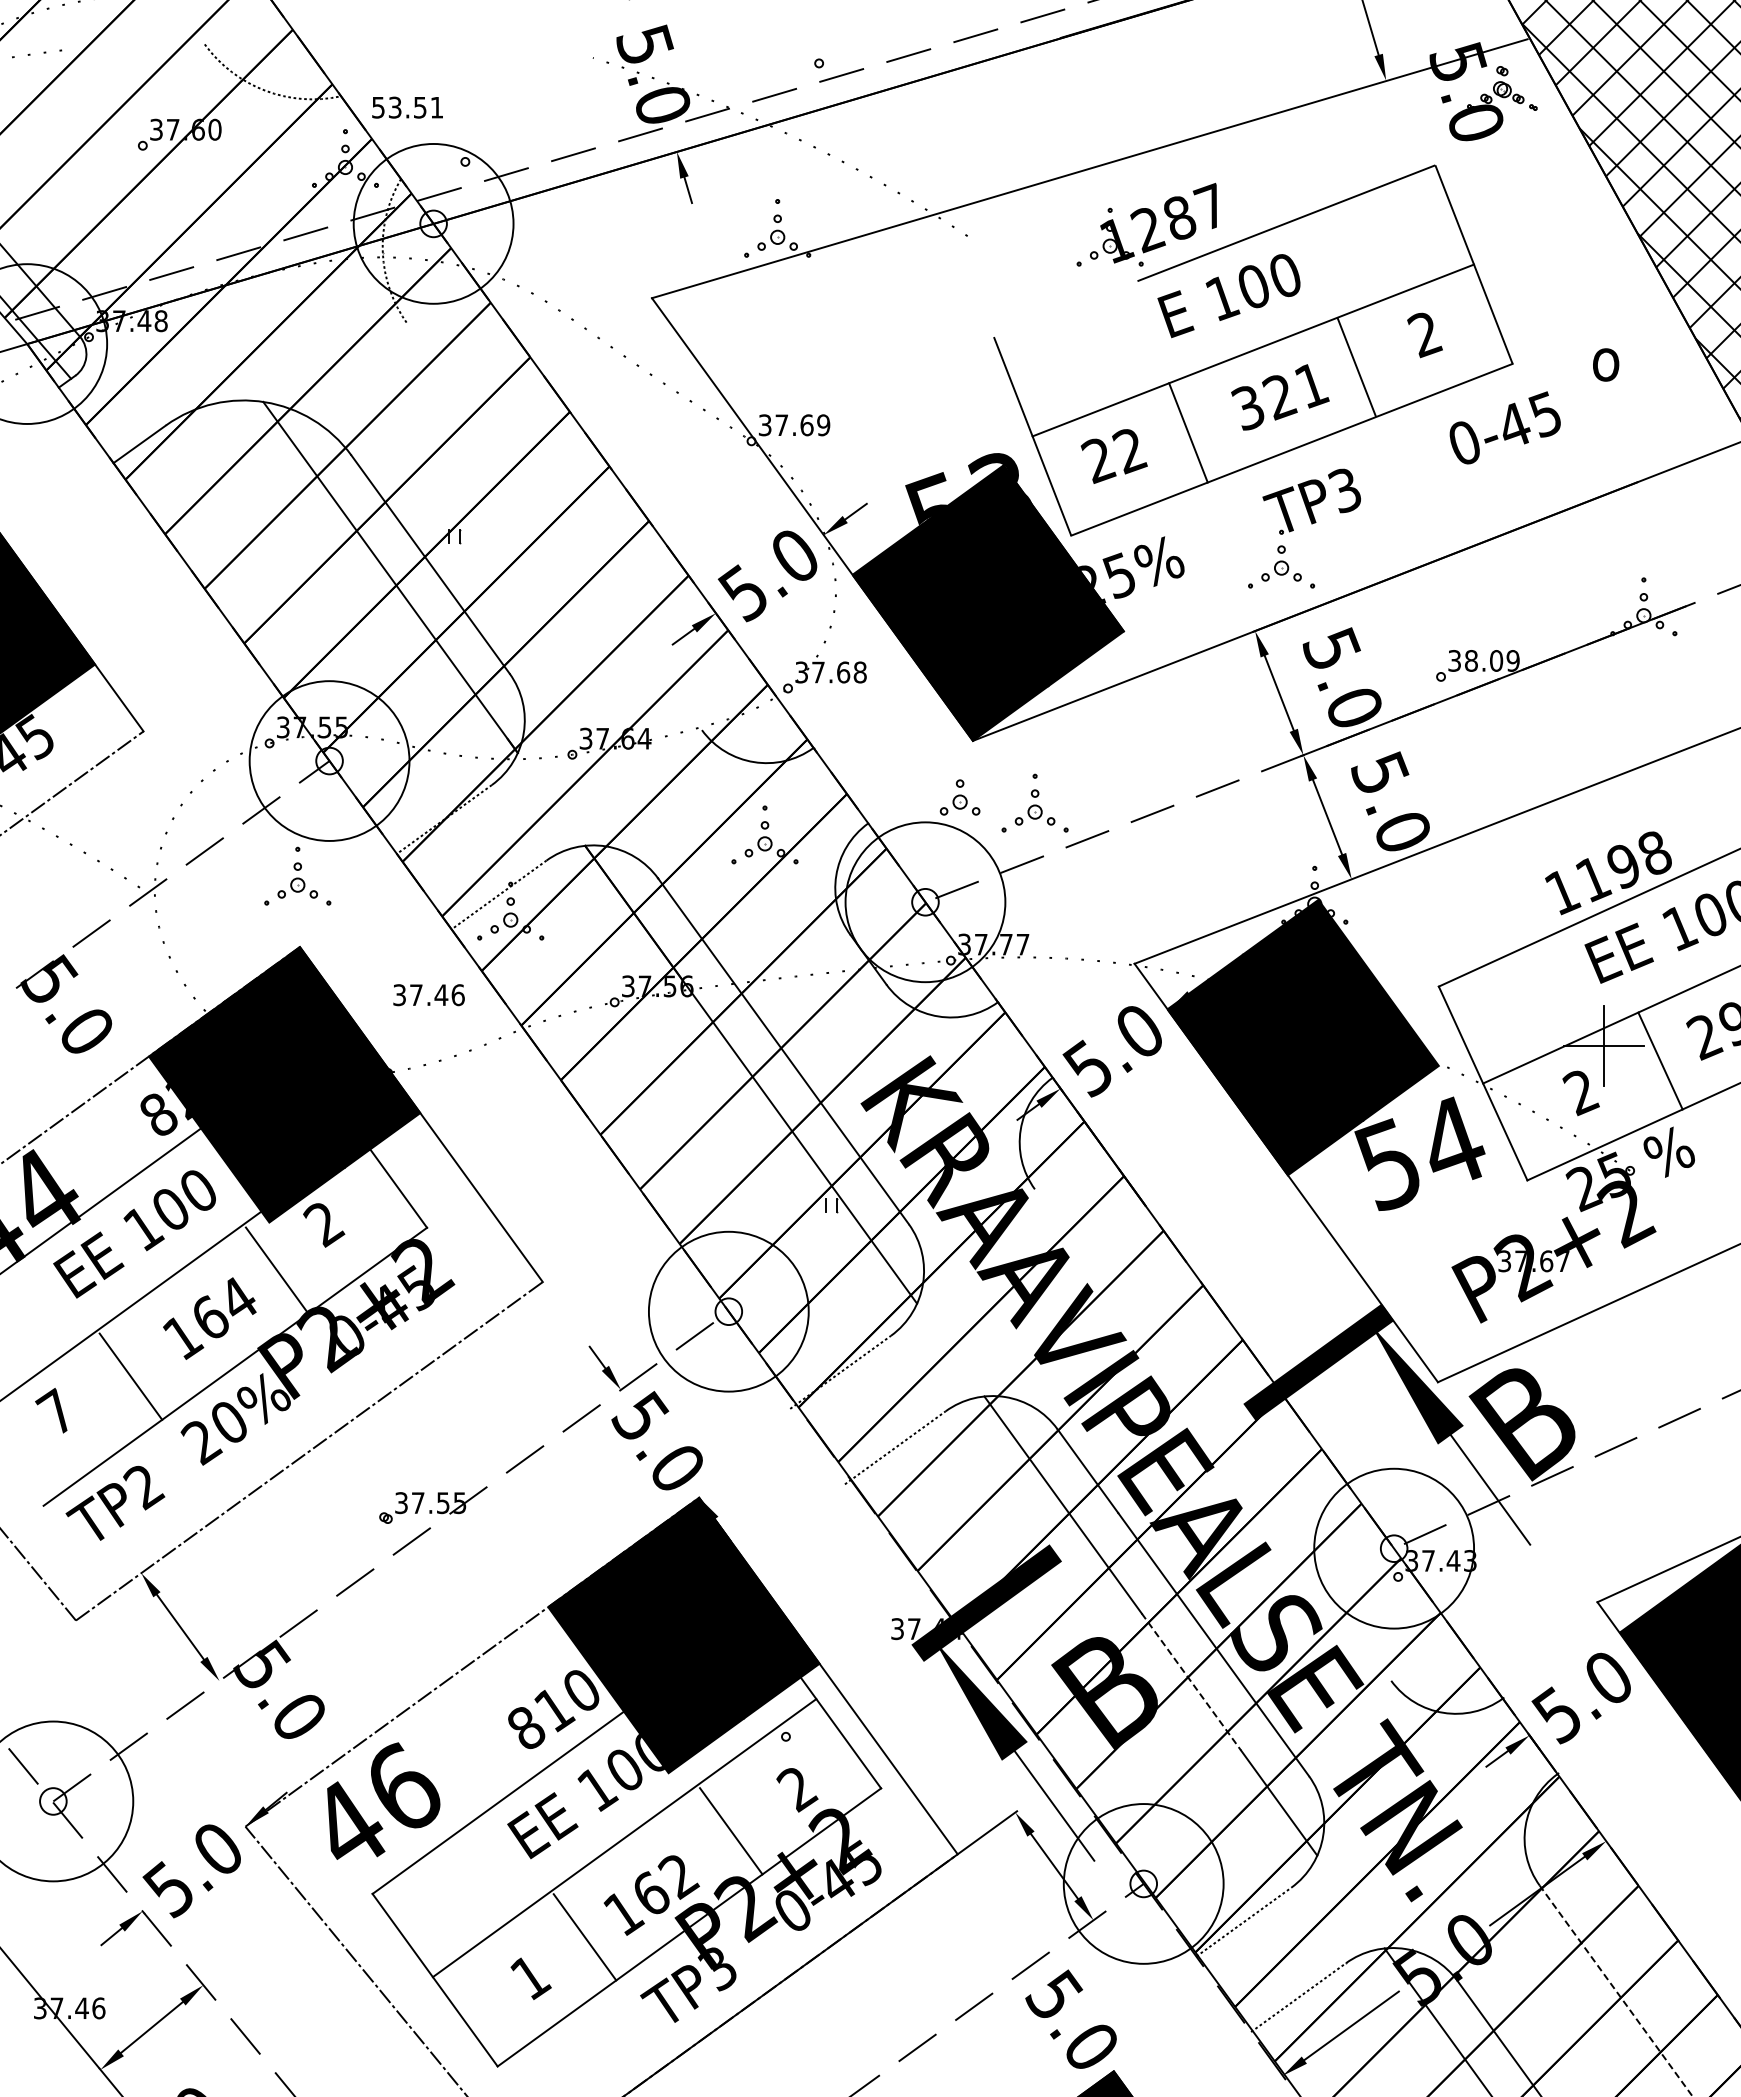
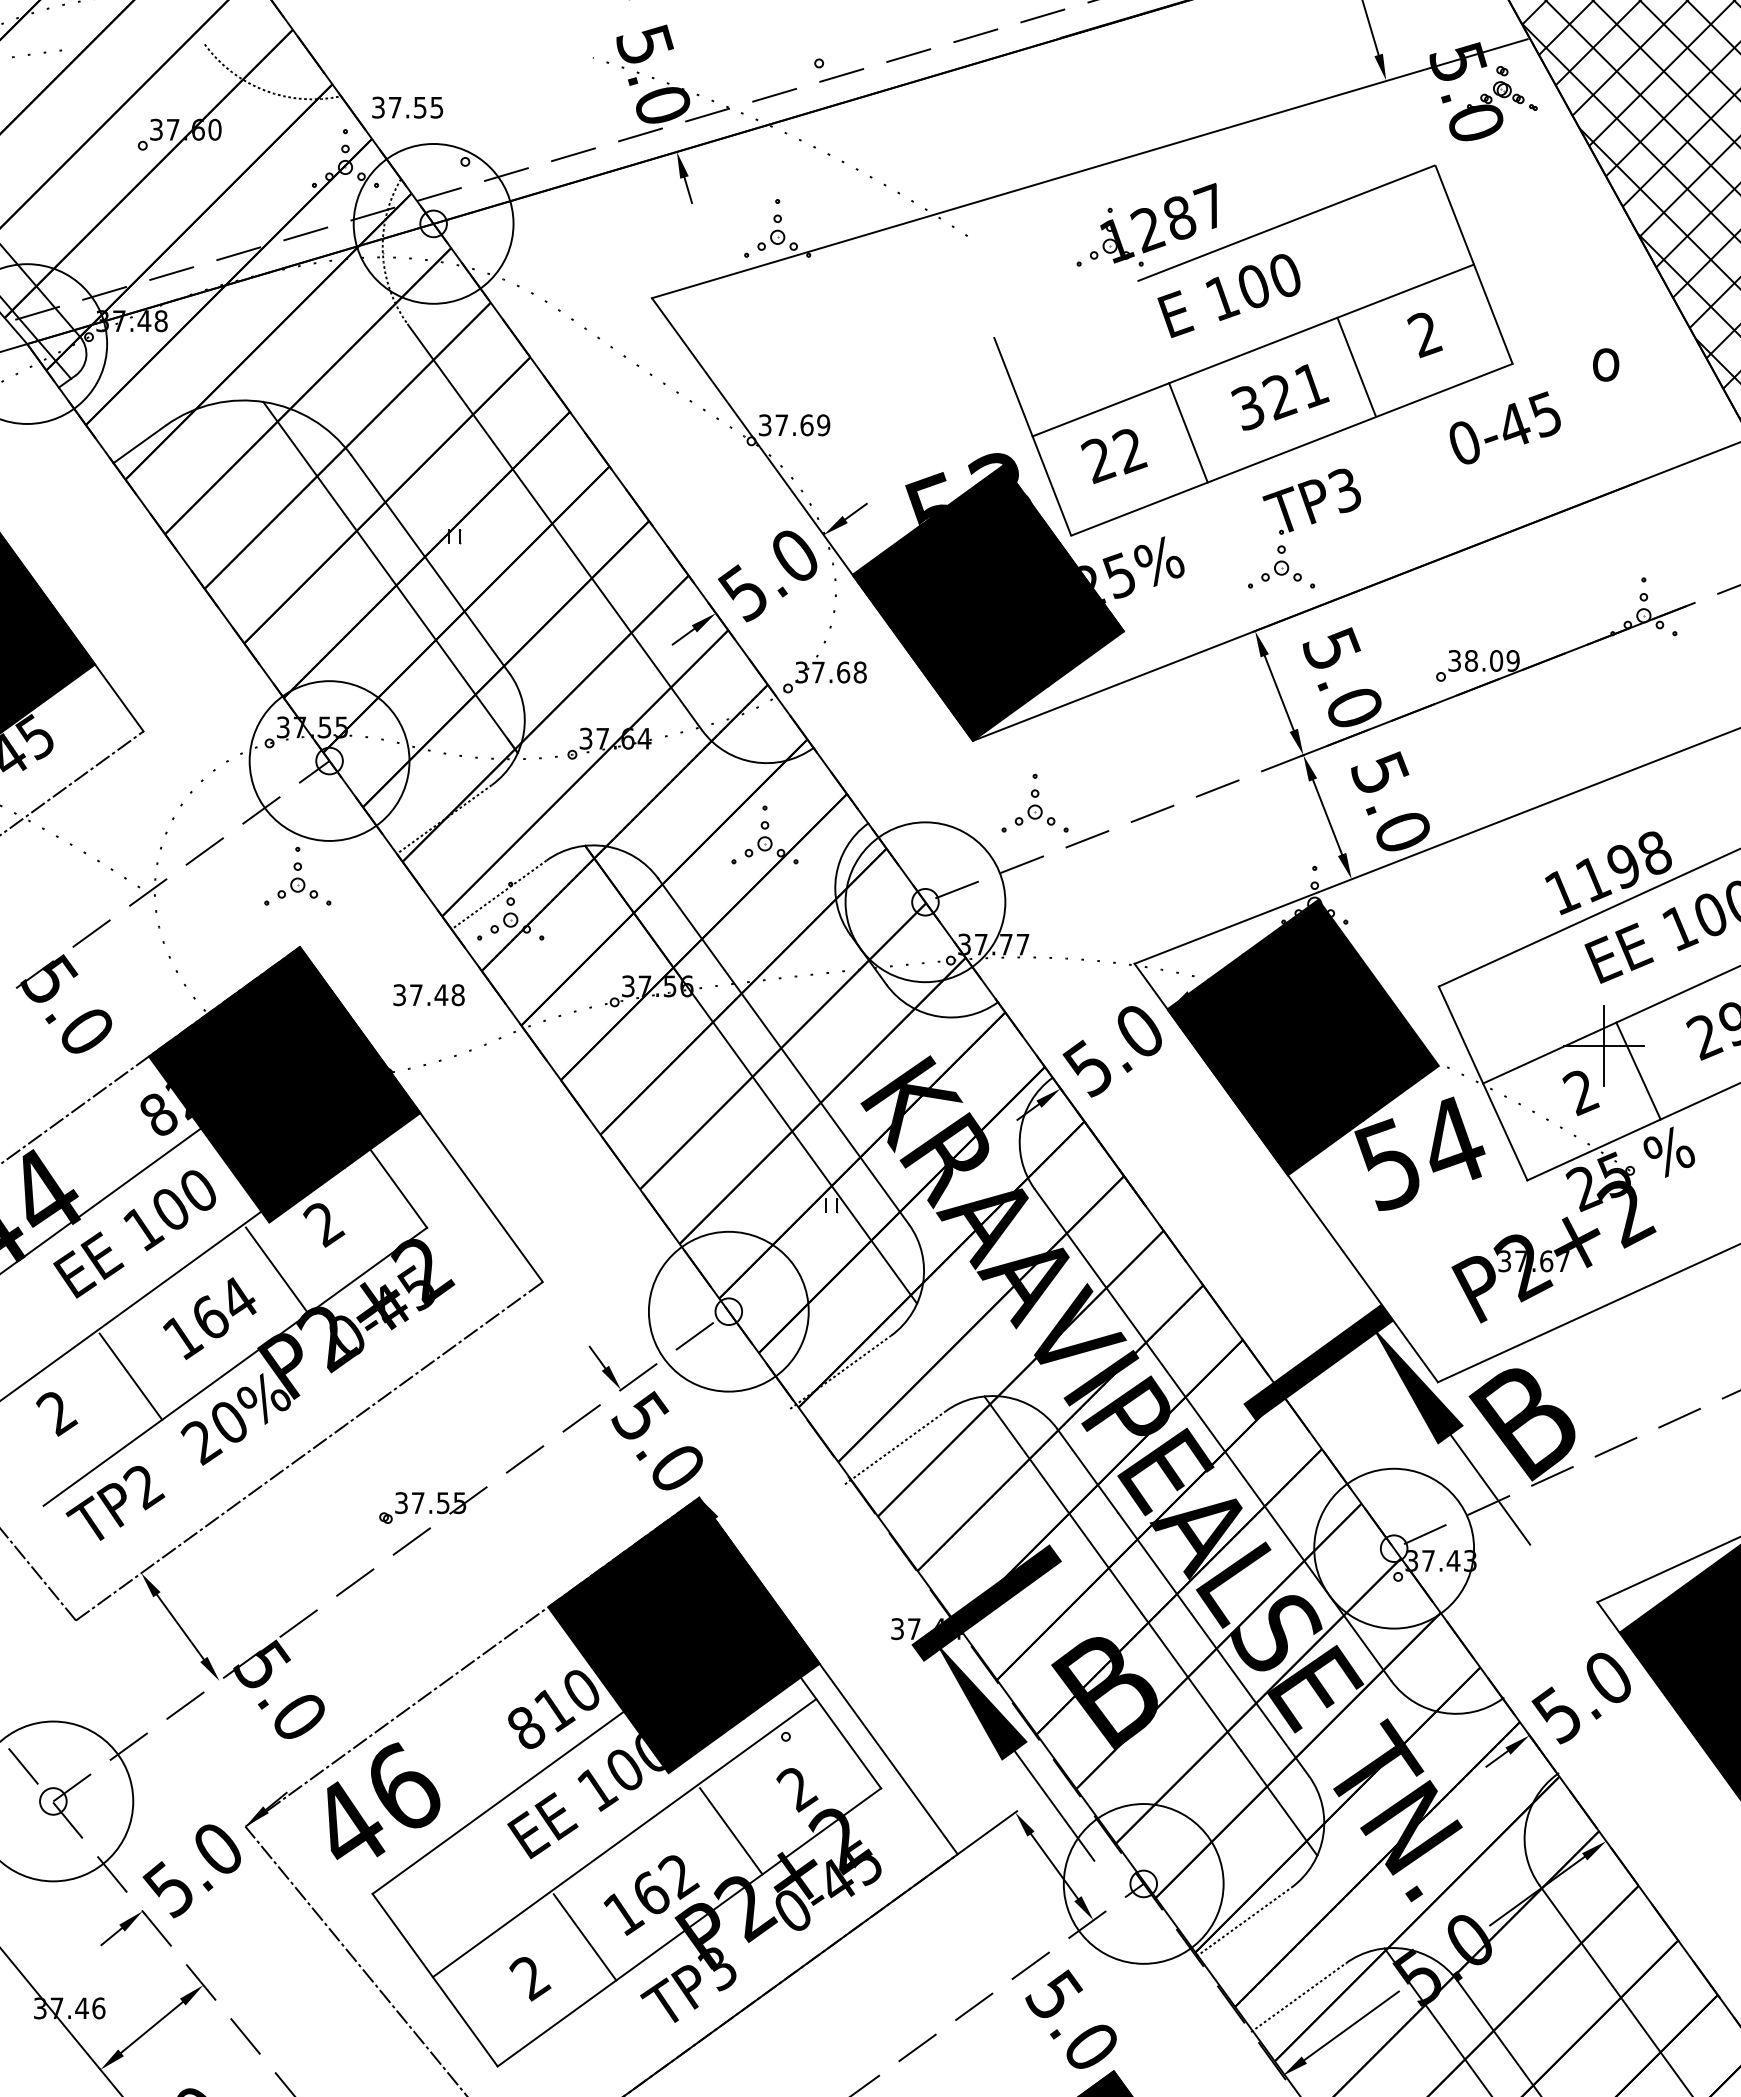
text at (407, 107): 53.51 -> 37.55
line at (554, 527): none -> present
part at (959, 797): present -> none
text at (457, 994): 37.46 -> 37.48
line at (1660, 1060) position: (1660, 1060) -> (1638, 1070)
text at (56, 1411): 7 -> 2
line at (1212, 1434): none -> present
line at (1191, 1682): dashed -> solid
text at (530, 1979): 1 -> 2
line at (1616, 1990): dashed -> solid
